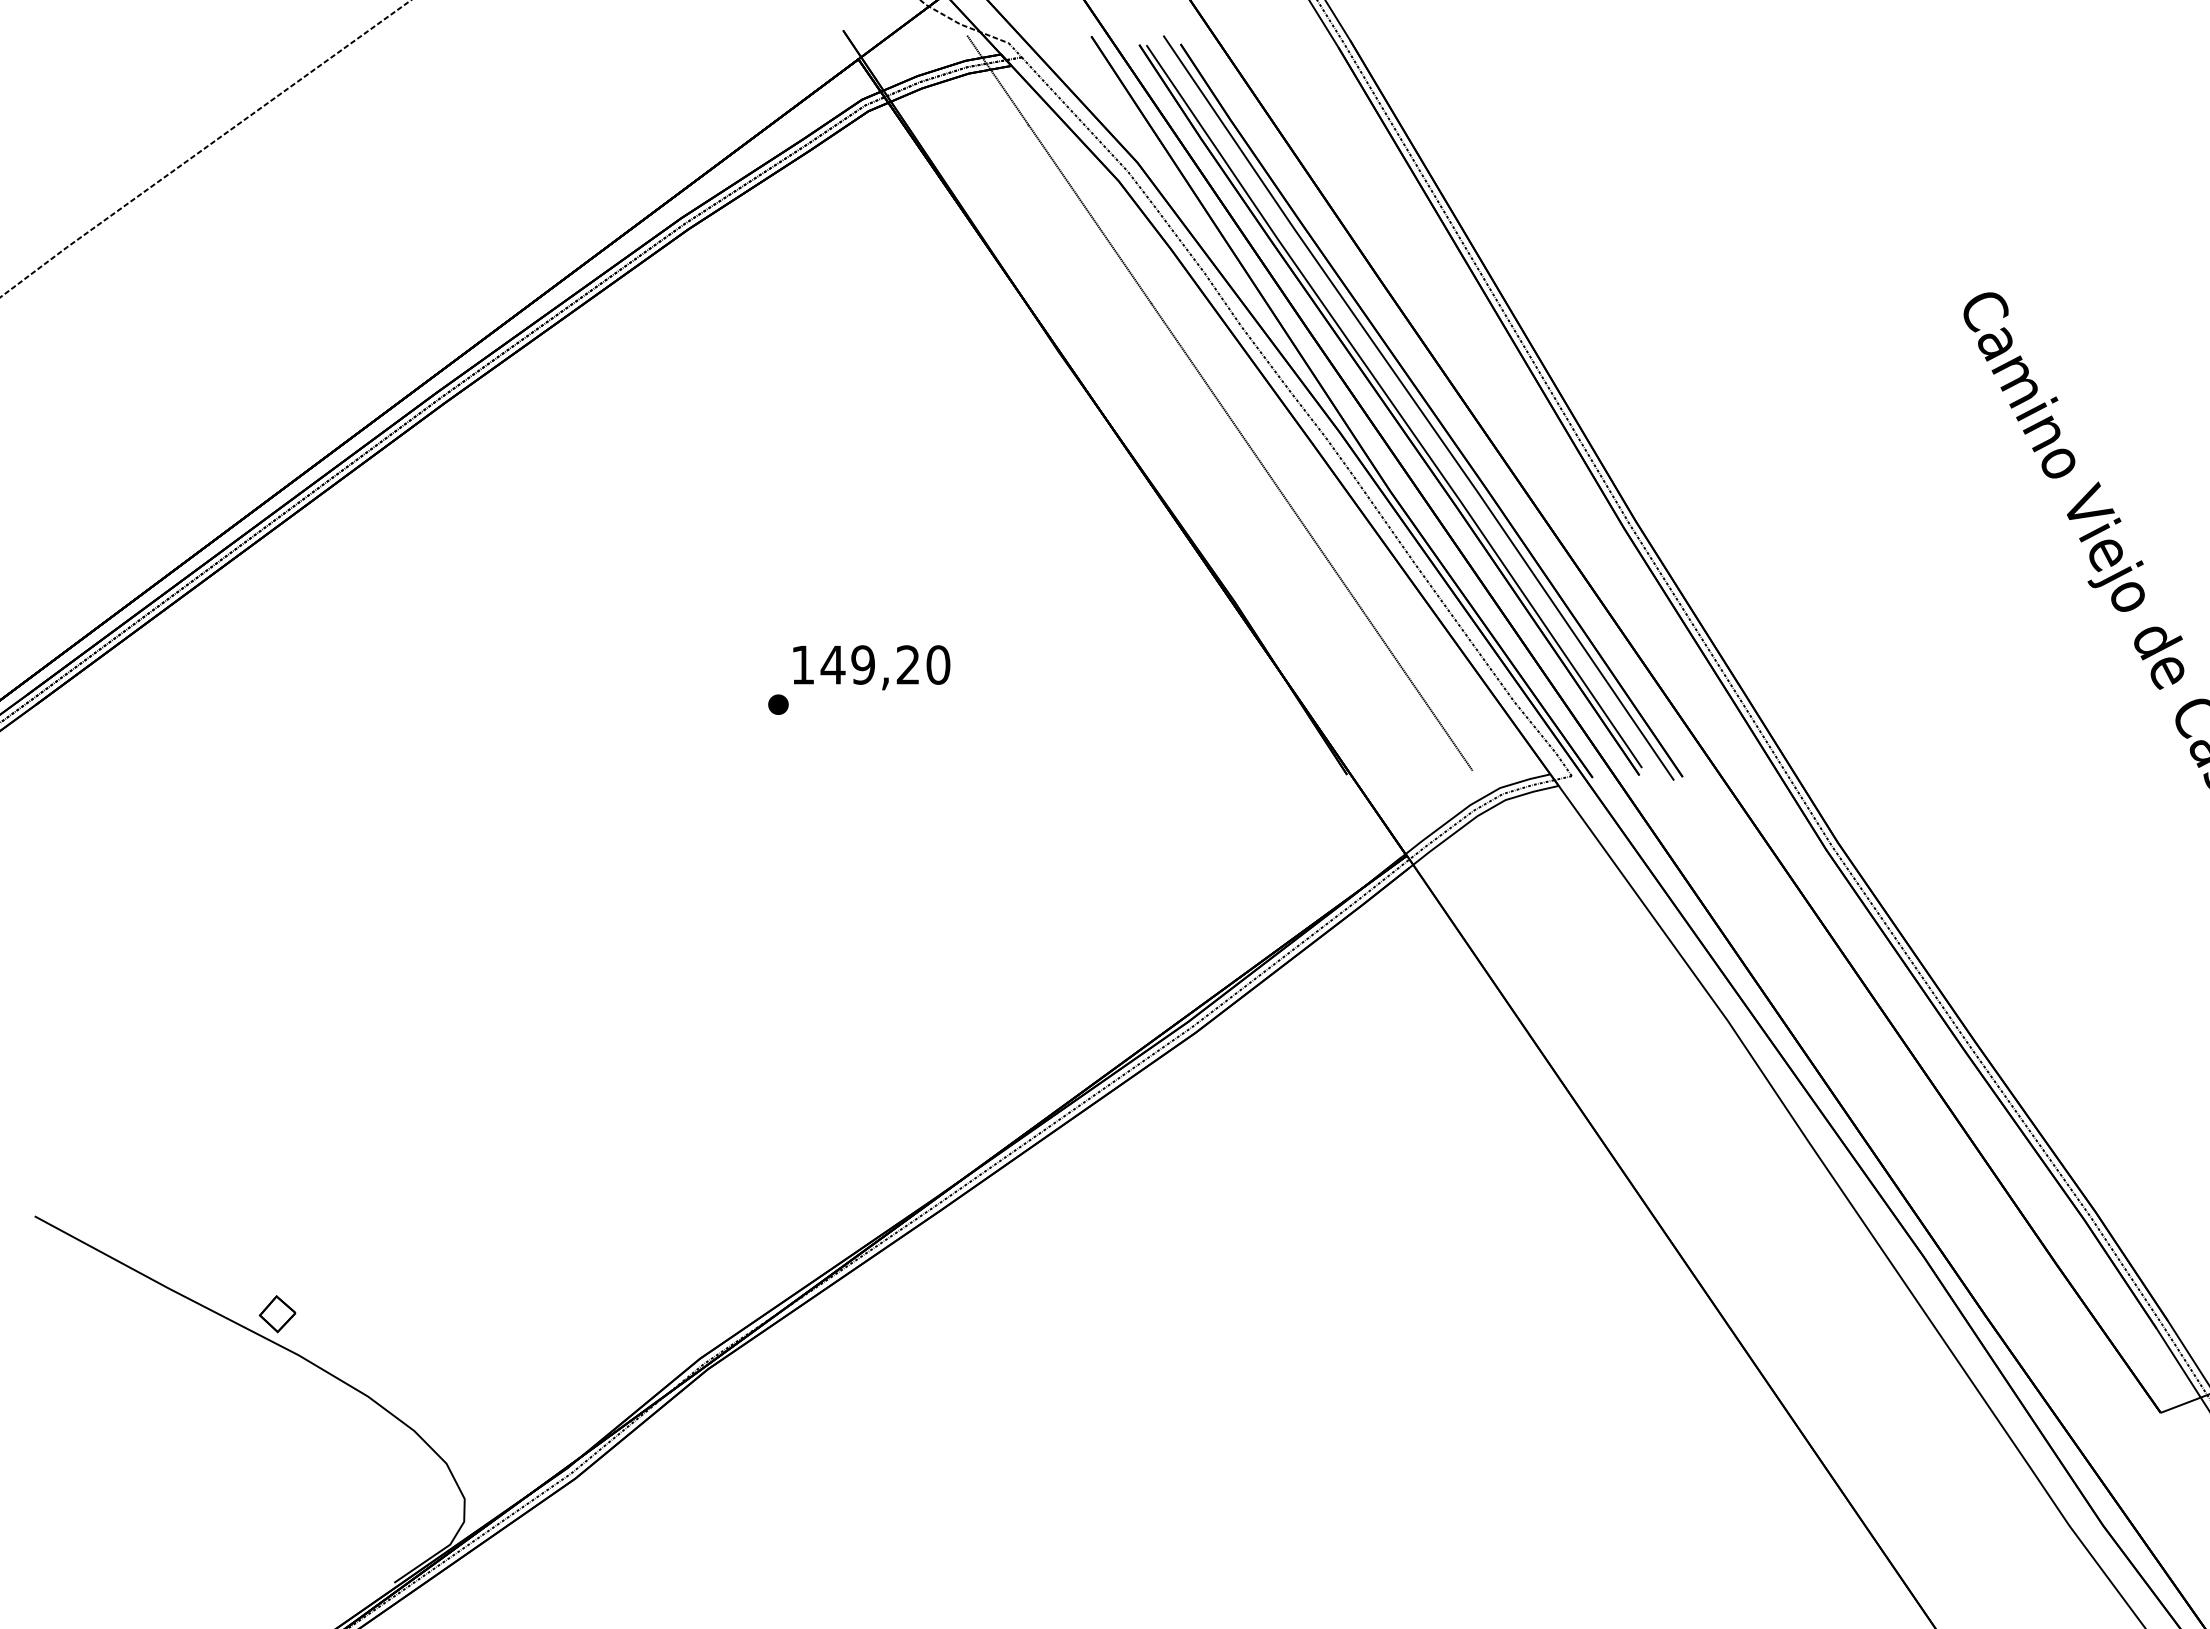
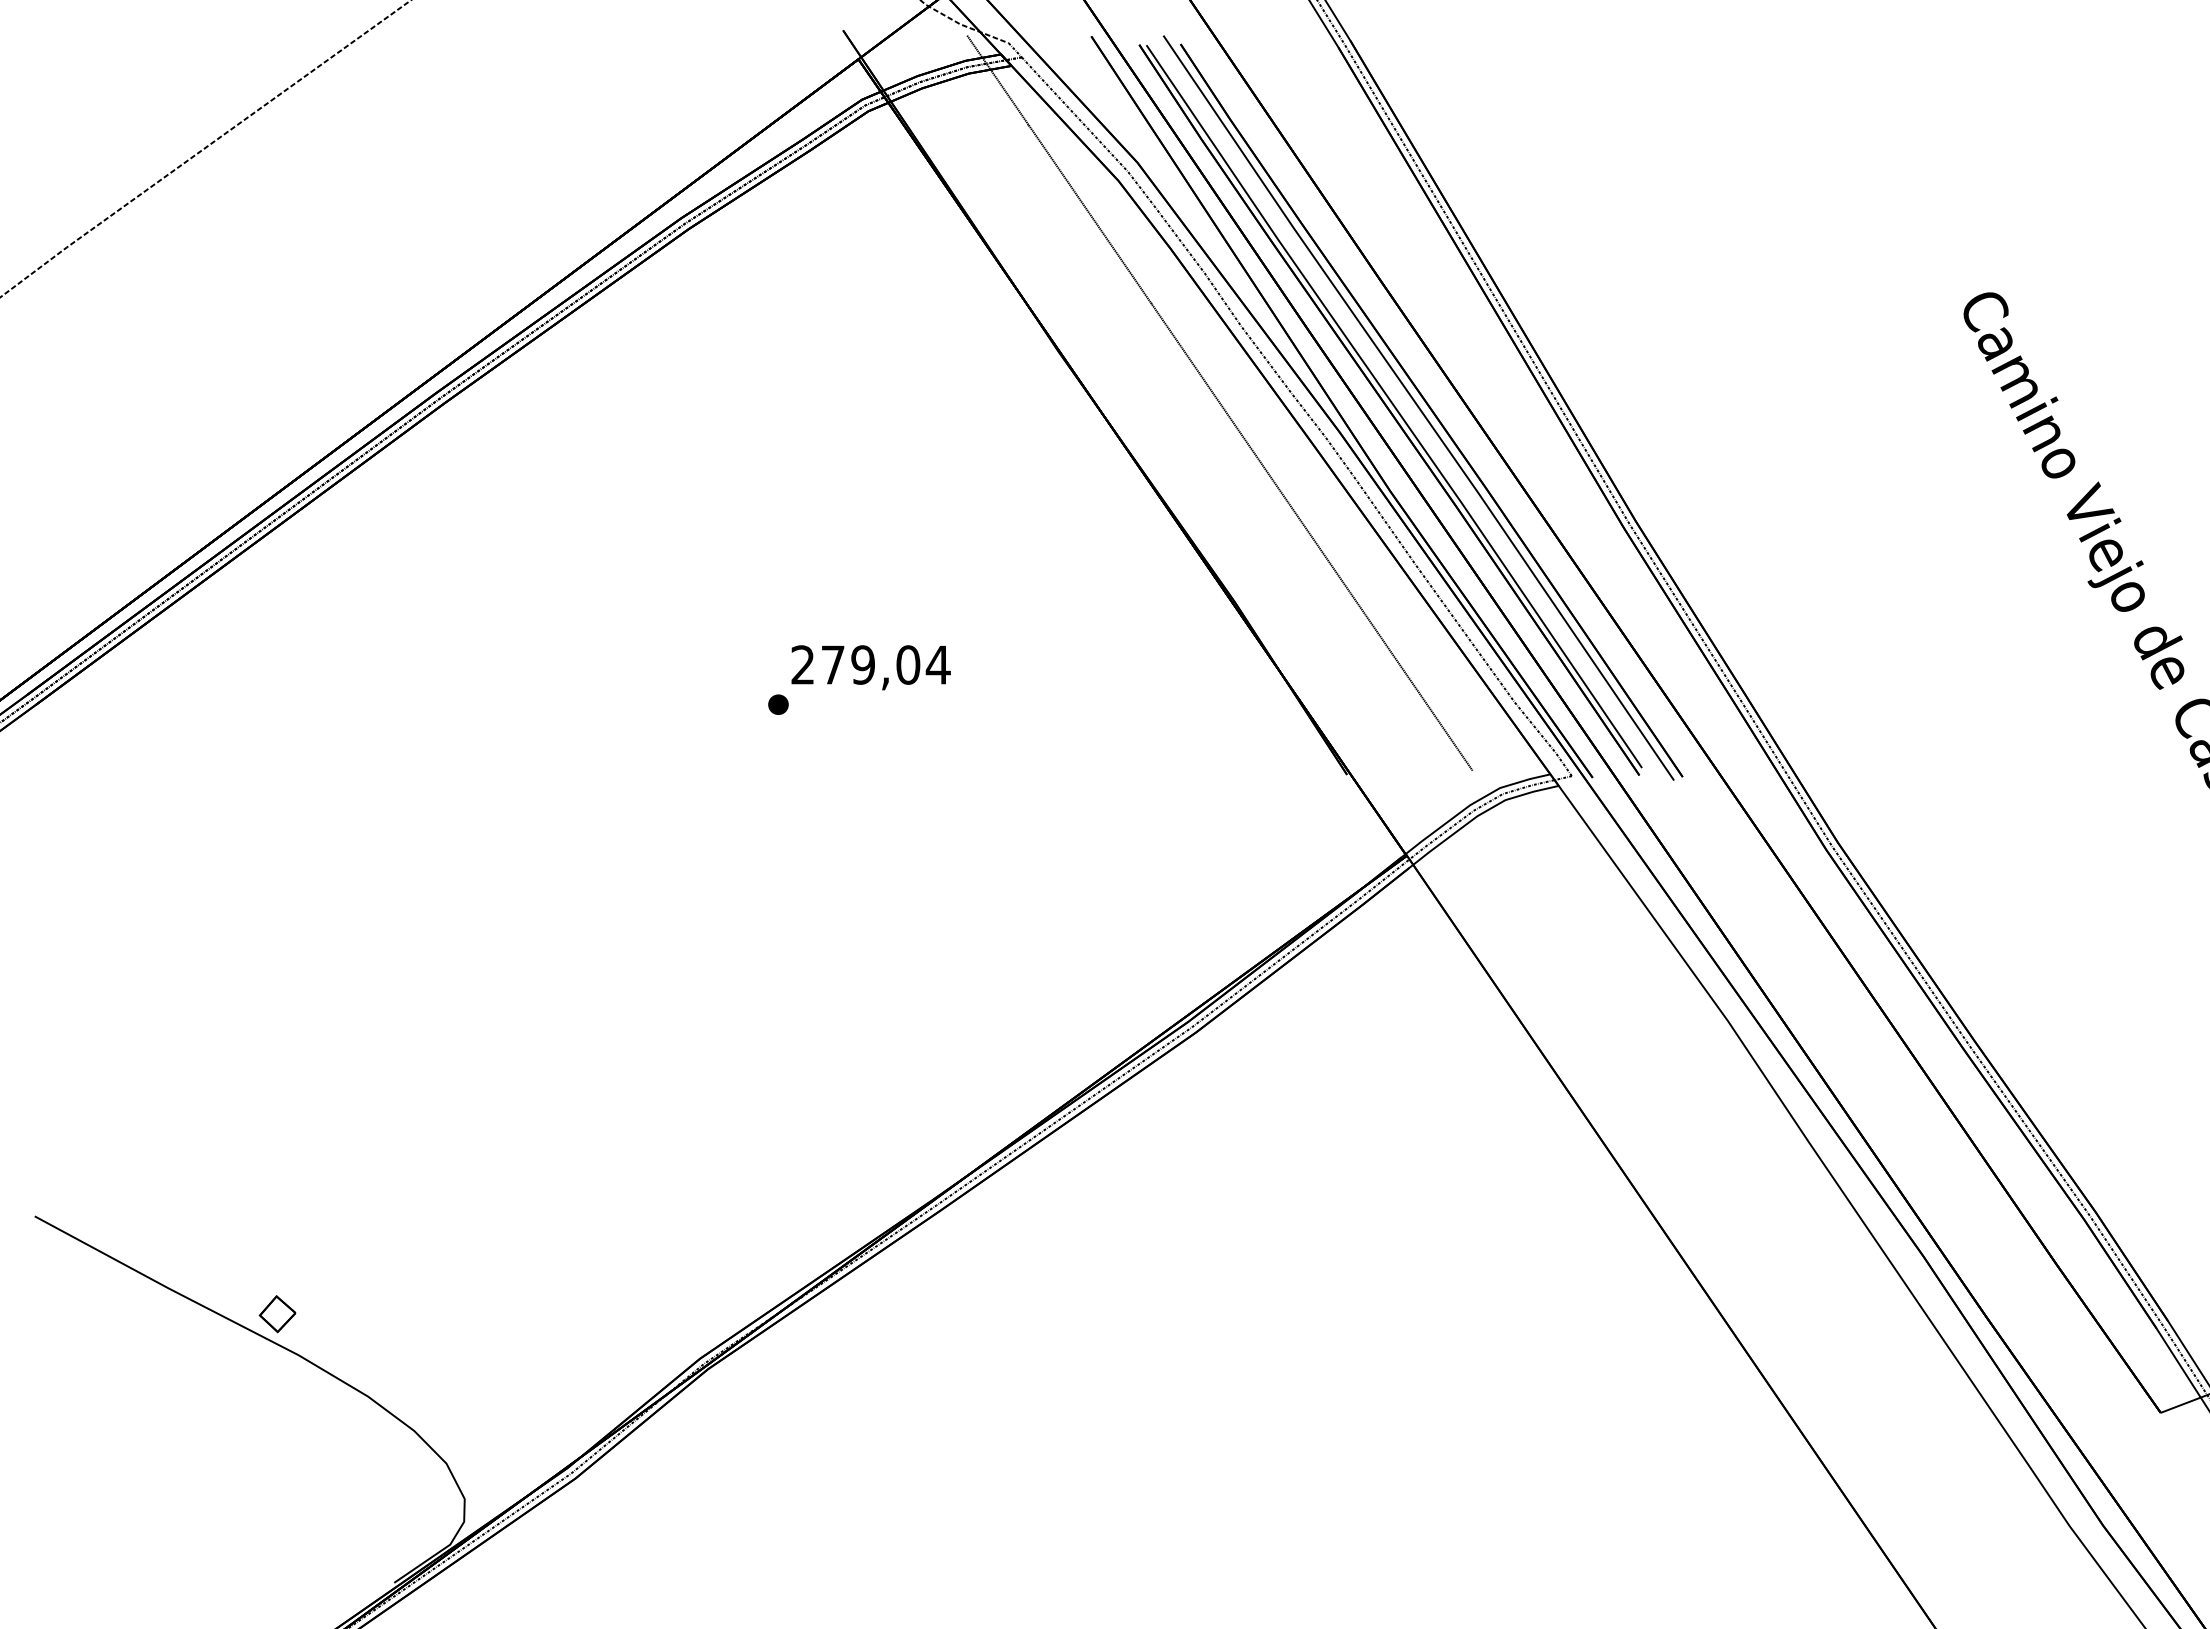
text at (870, 664): 149,20 -> 279,04
